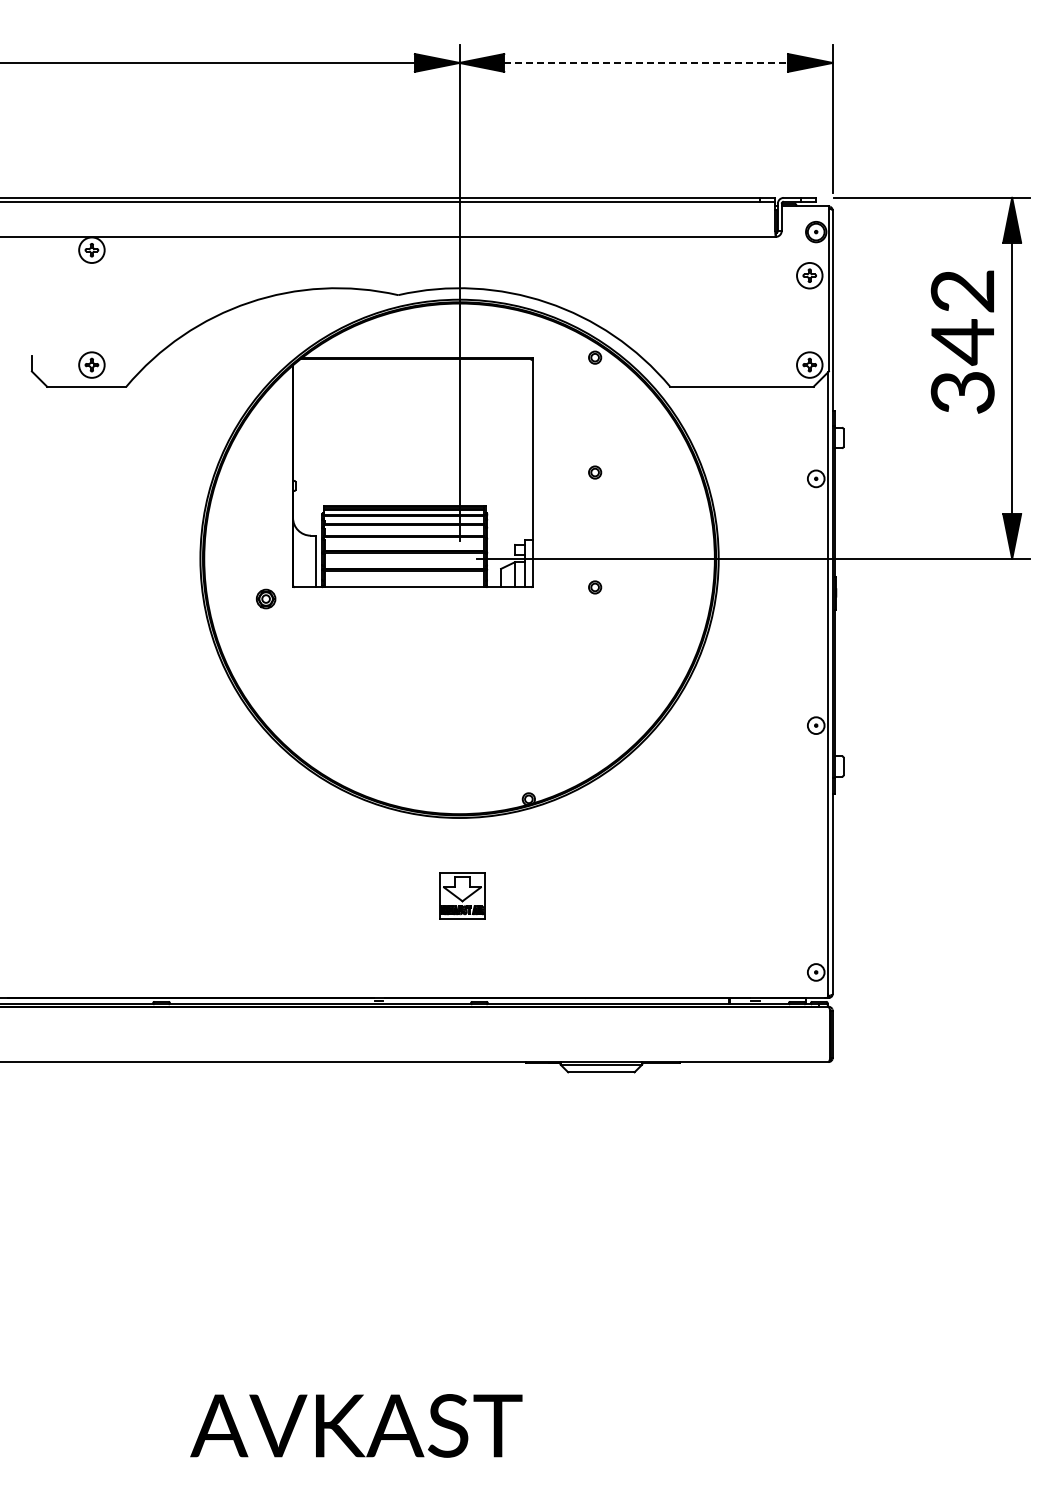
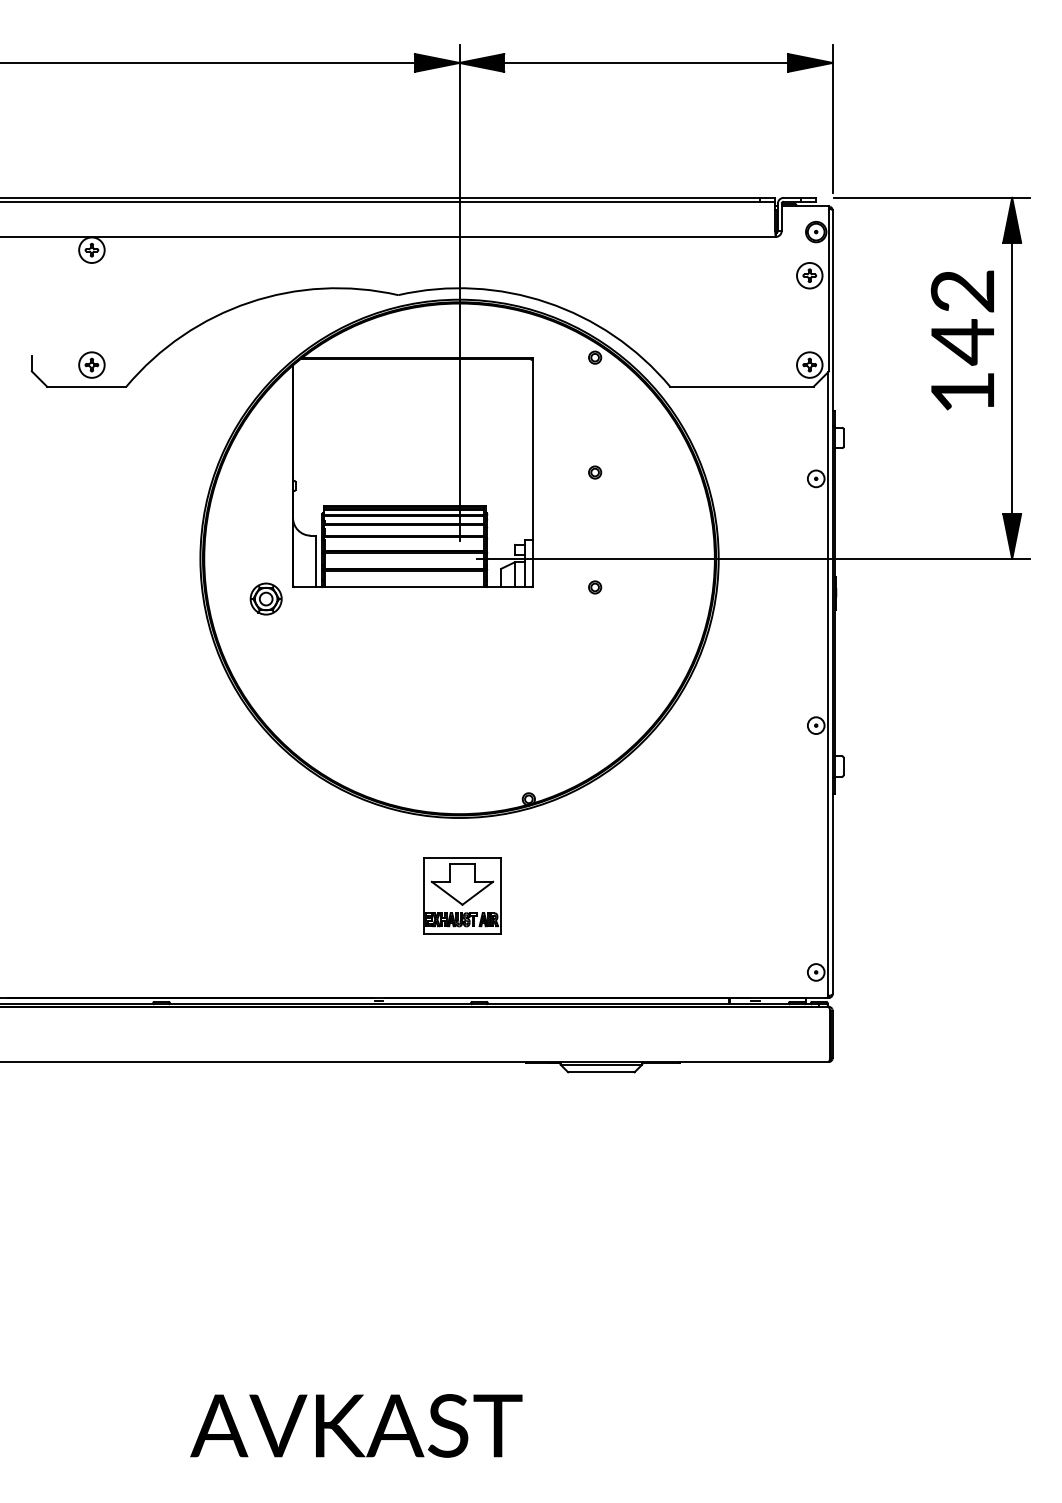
line at (646, 62): dashed -> solid
text at (962, 392): 342 -> 142
part at (265, 598) size: 22x22 px -> 34x34 px
part at (462, 895) size: 47x48 px -> 79x78 px
